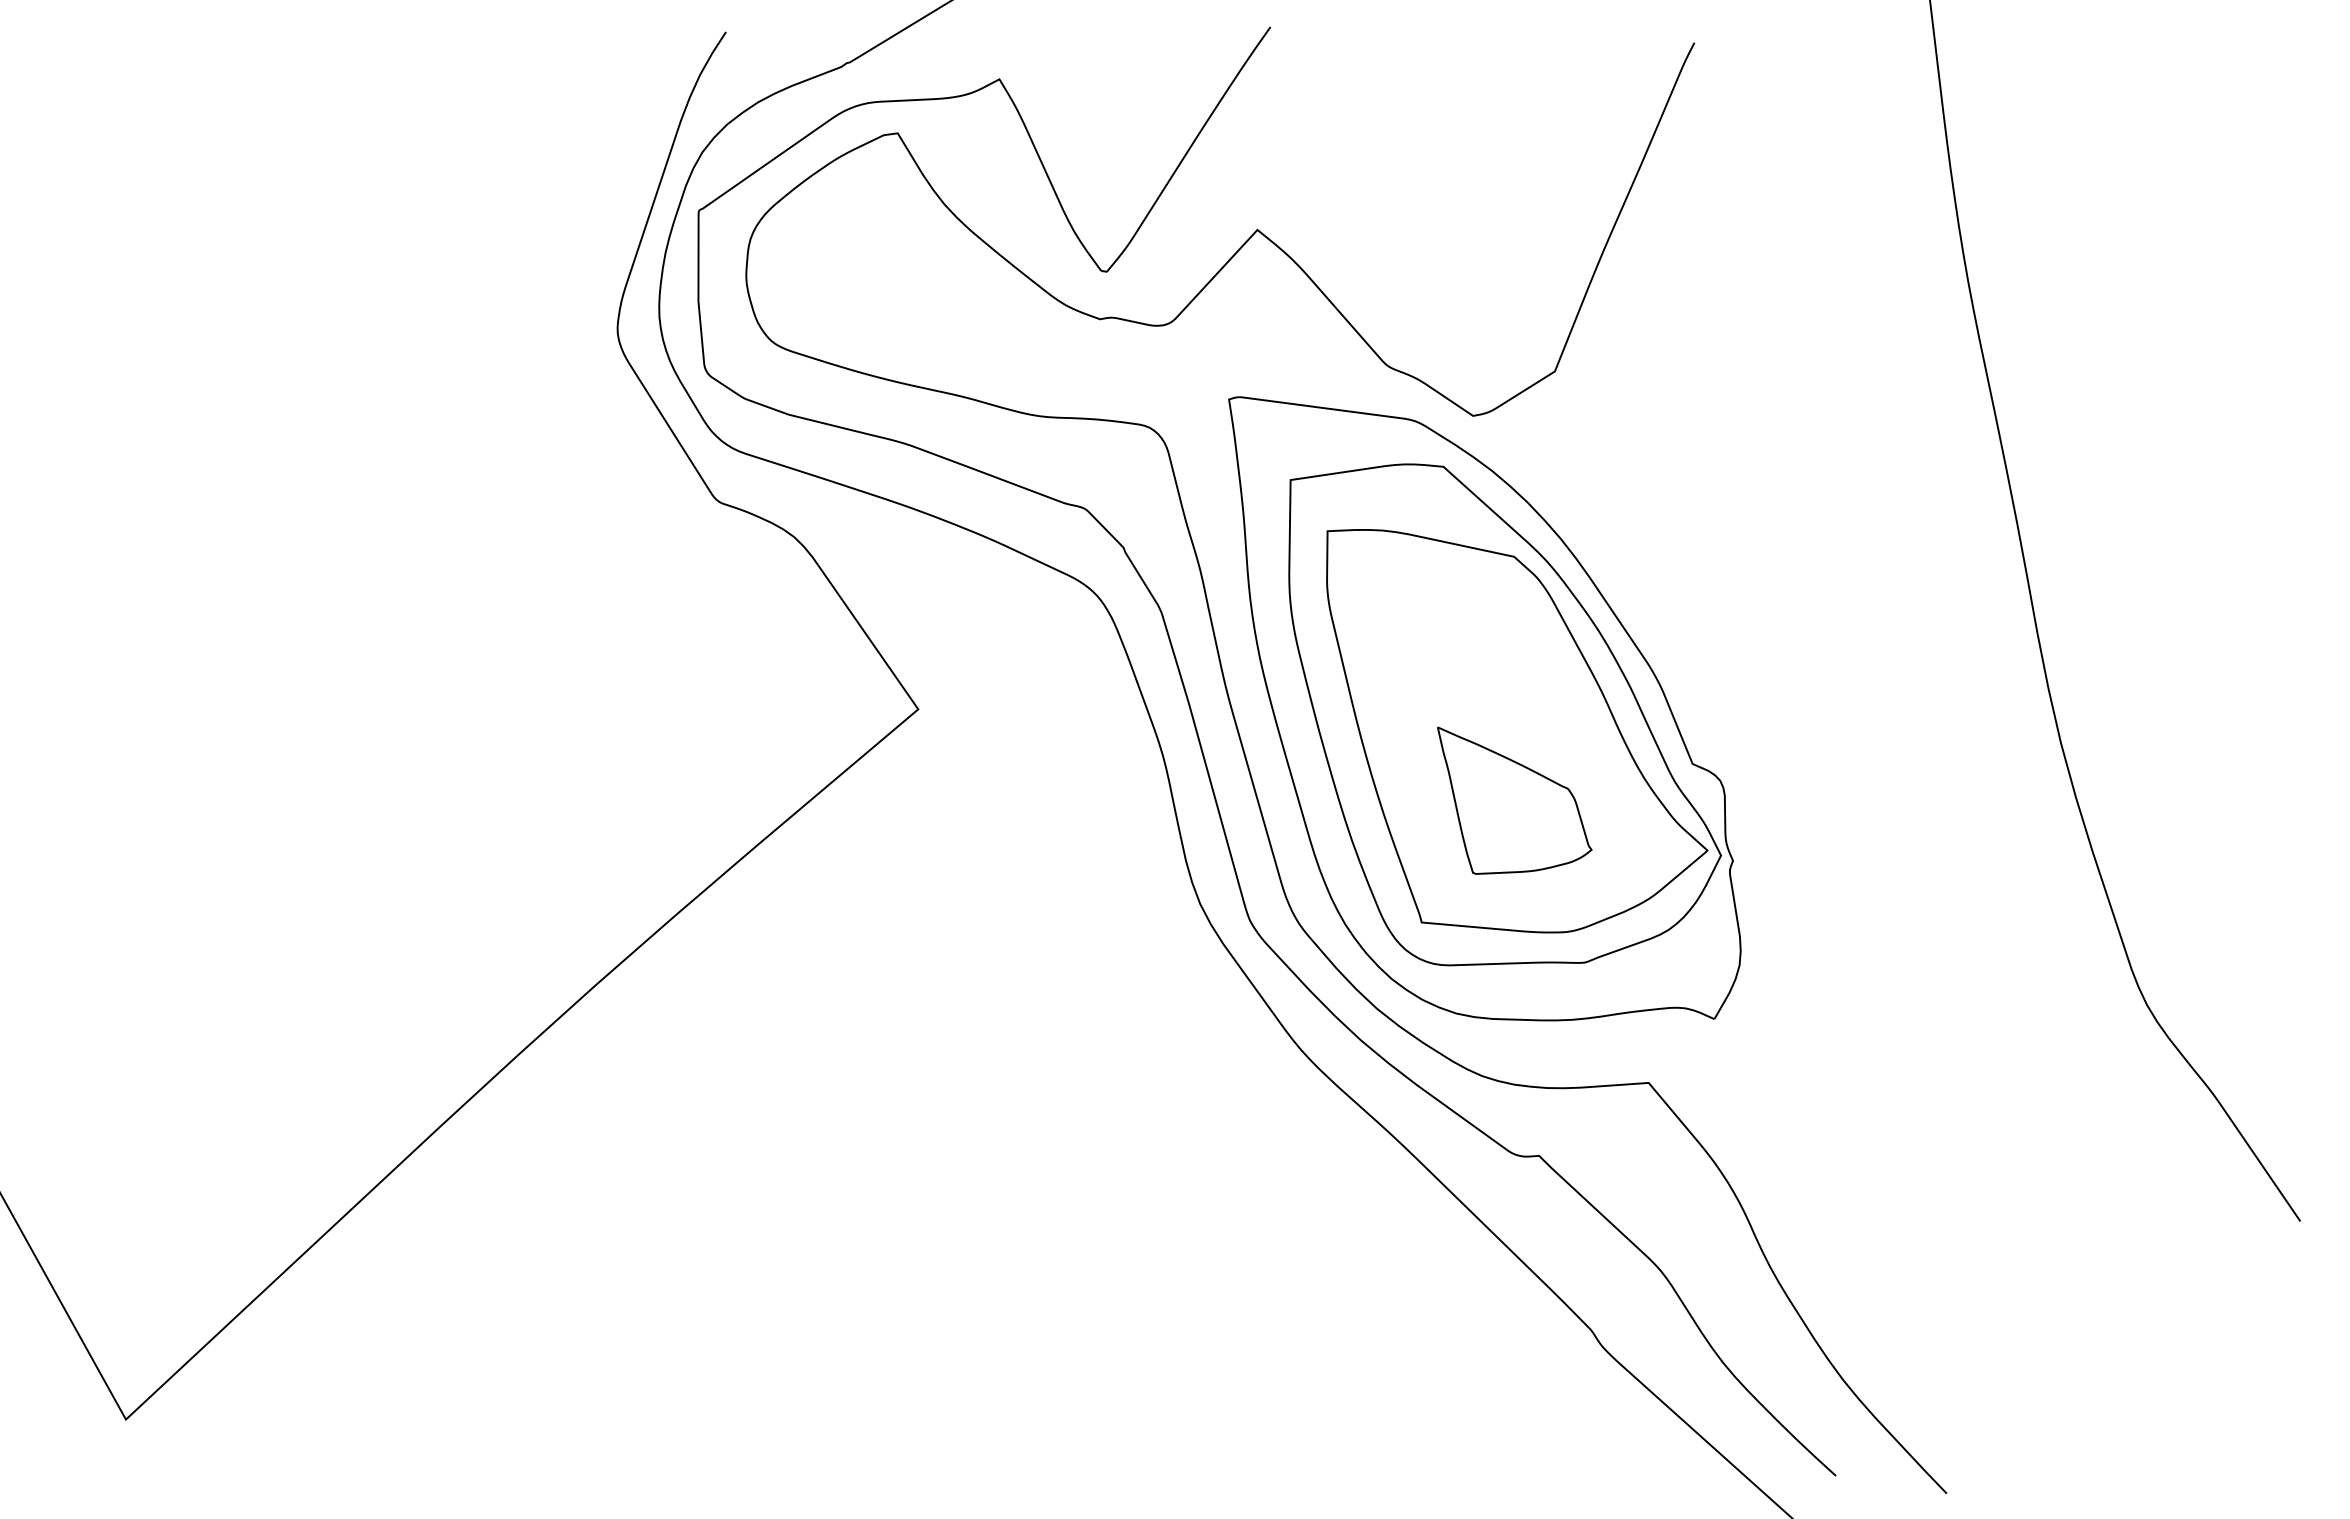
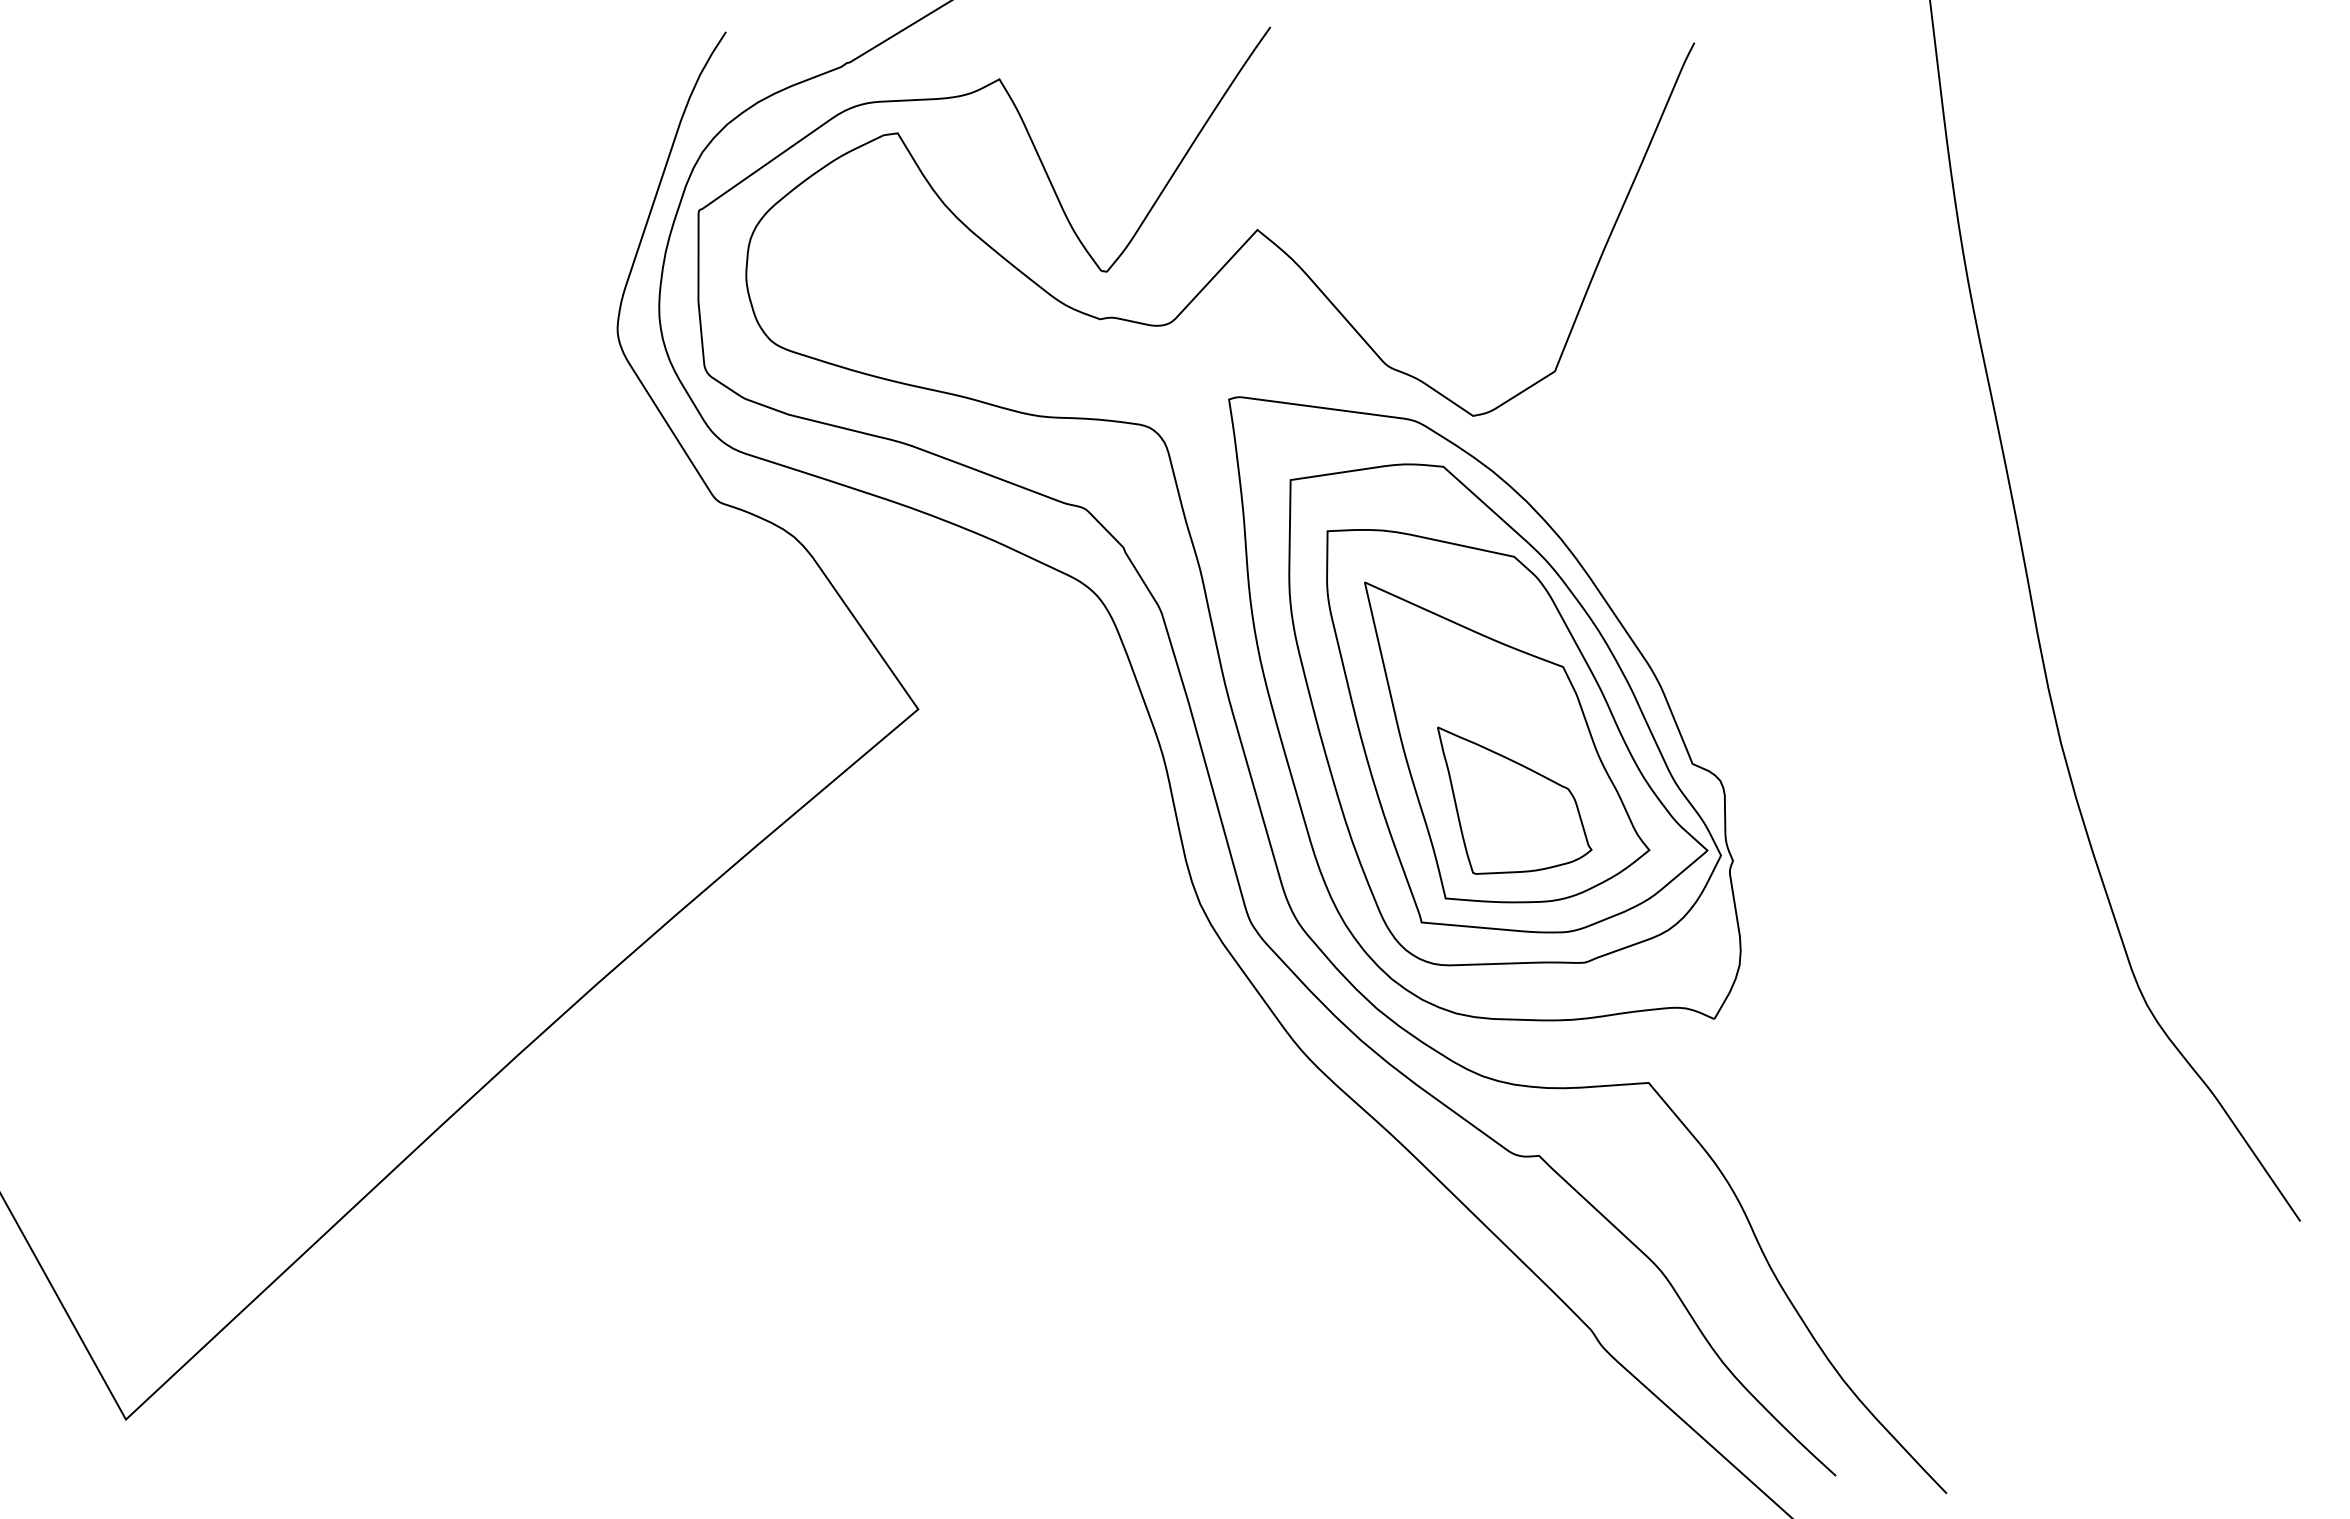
part at (1507, 742): none -> present
